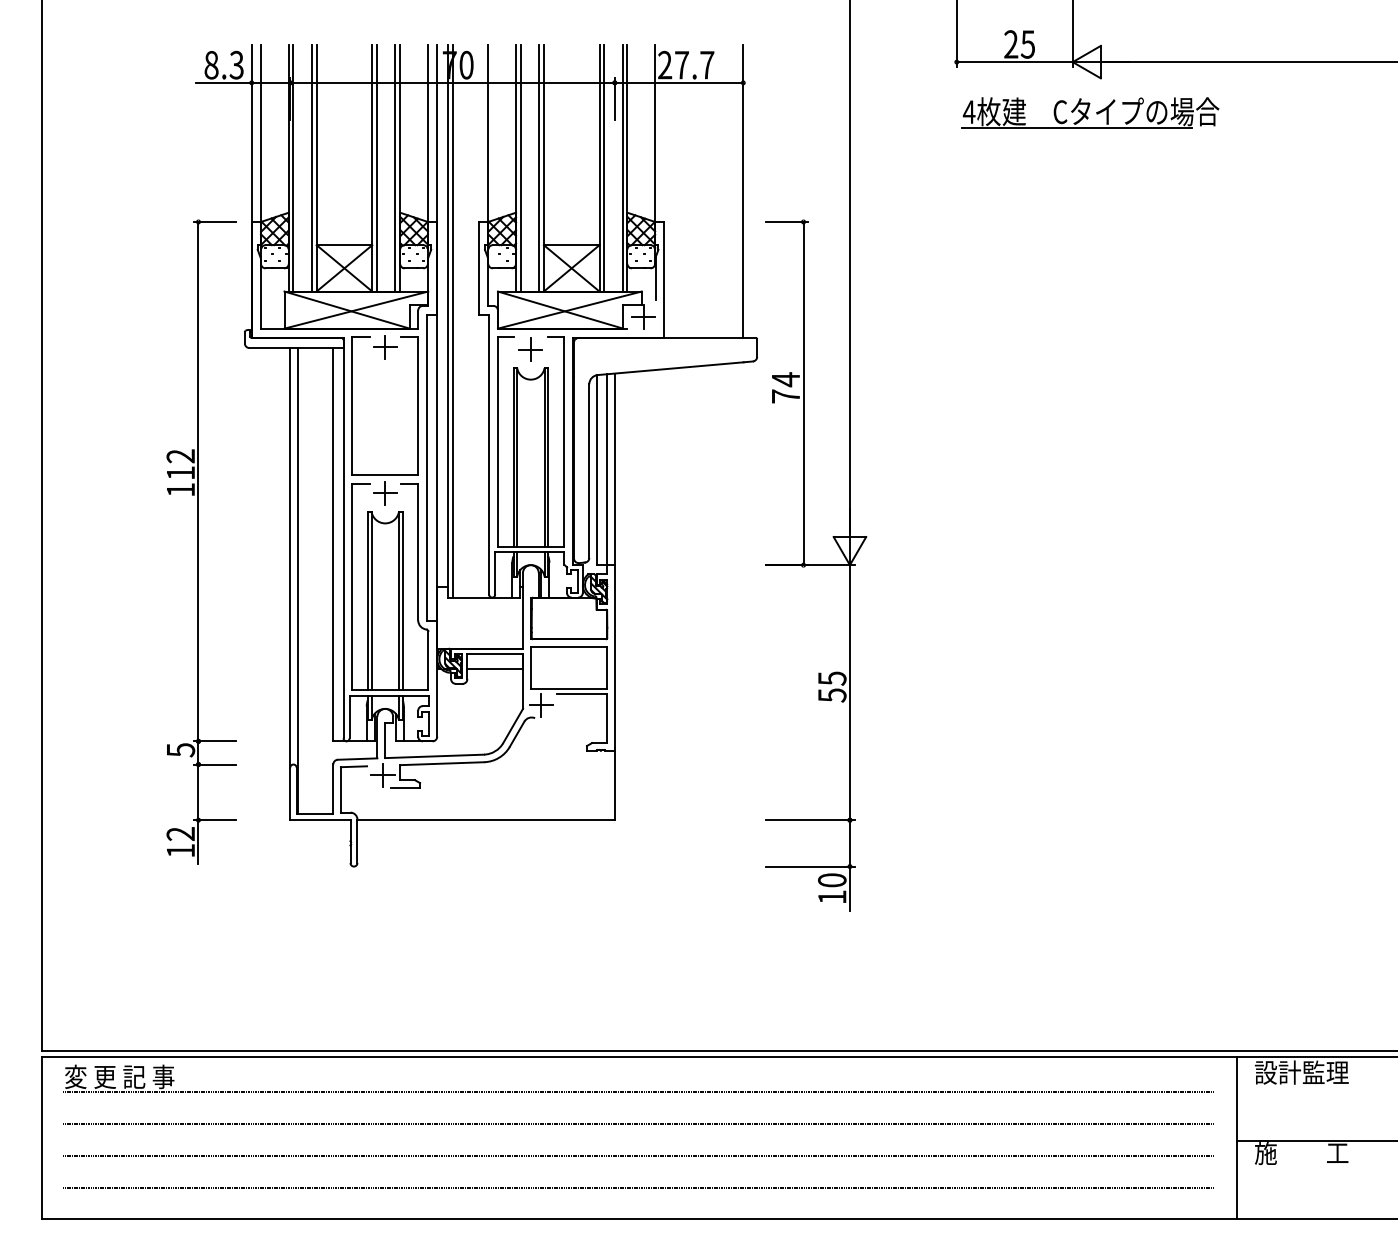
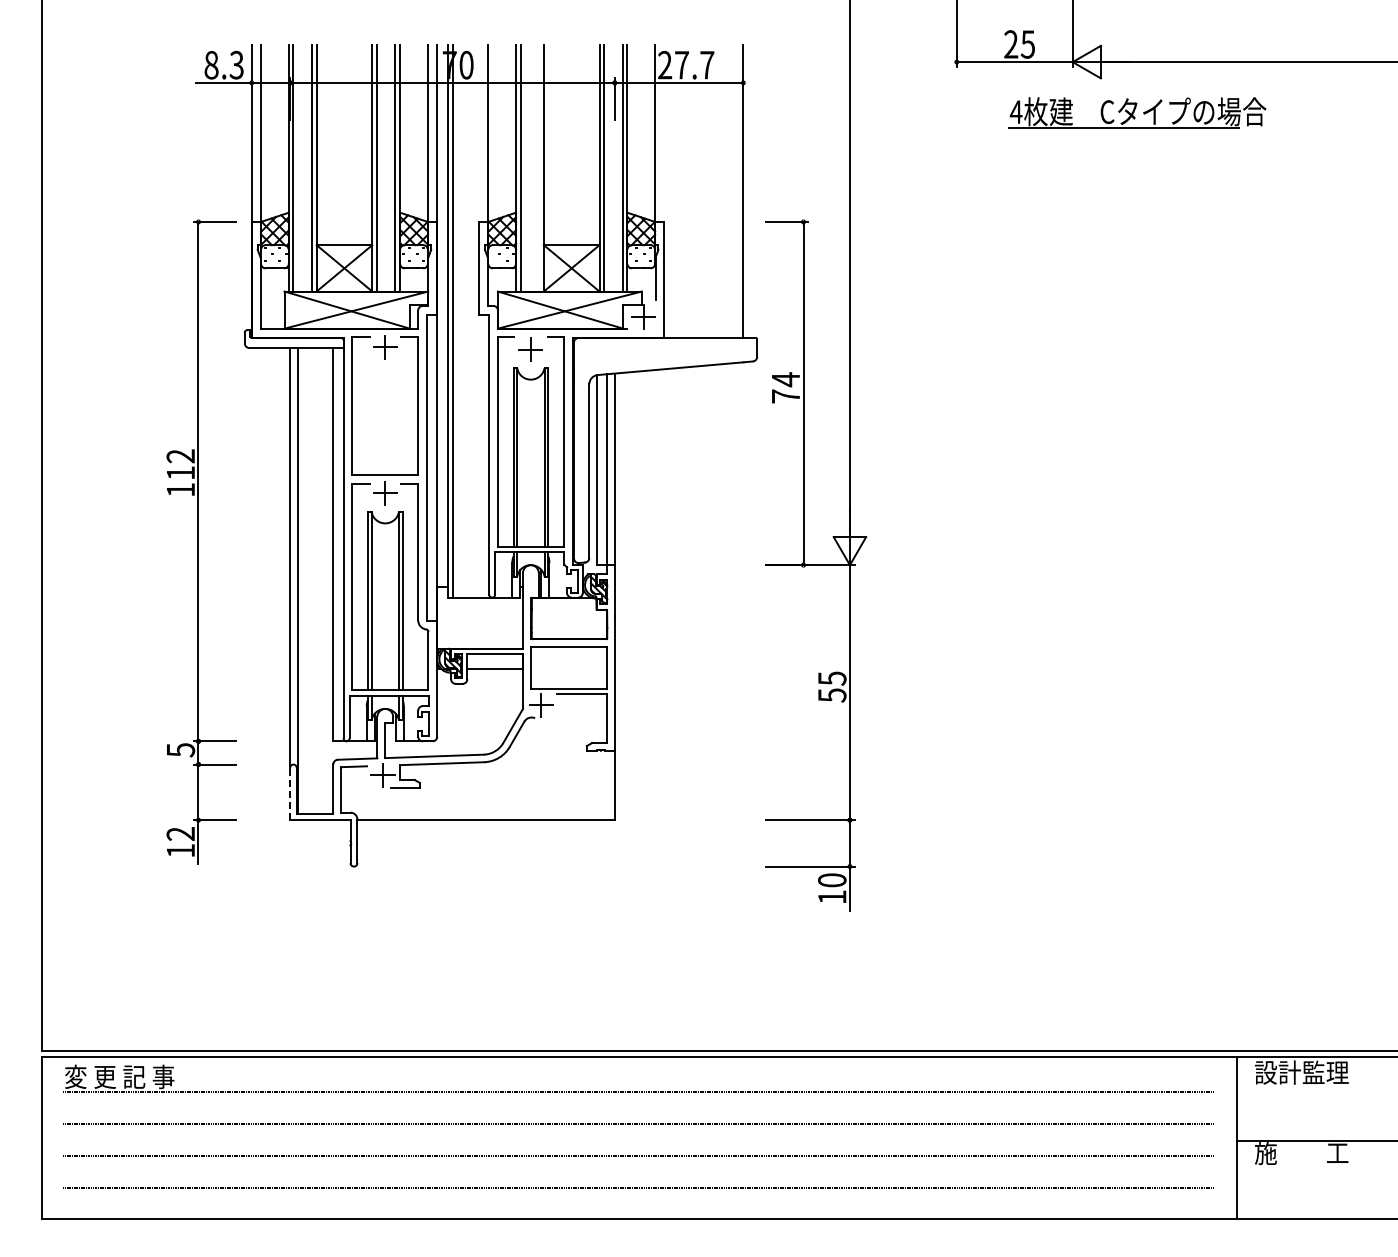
part at (1090, 112) position: (1090, 112) -> (1137, 112)
line at (539, 167): present -> none
line at (290, 793): solid -> dashed
